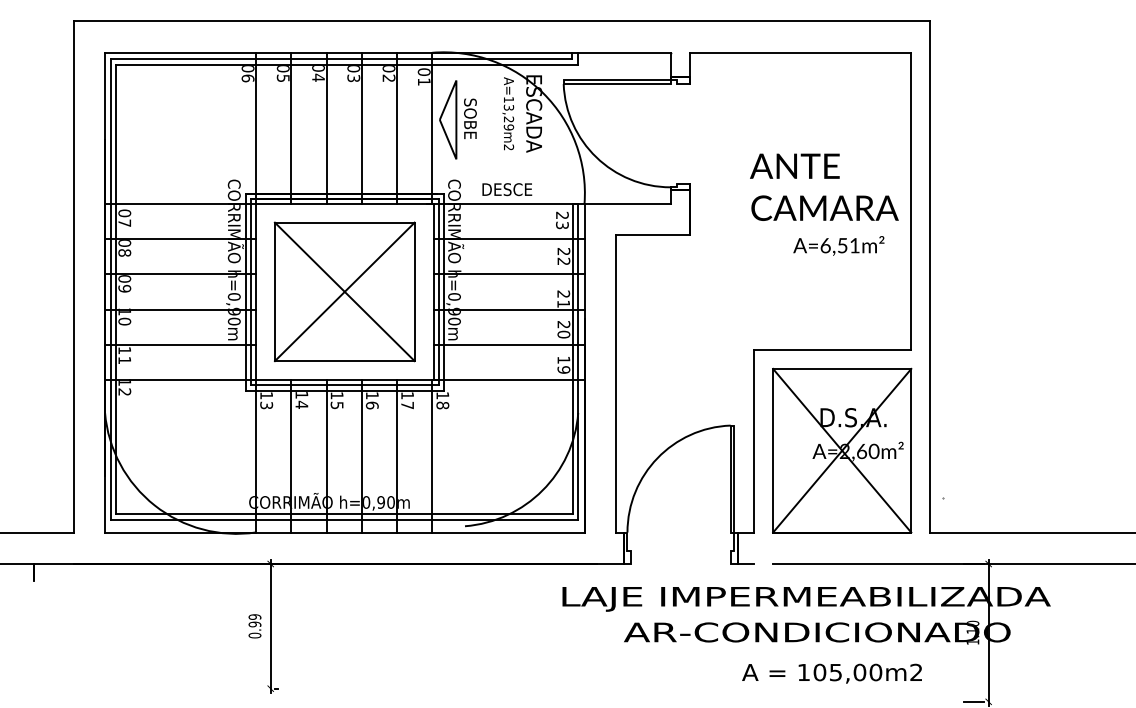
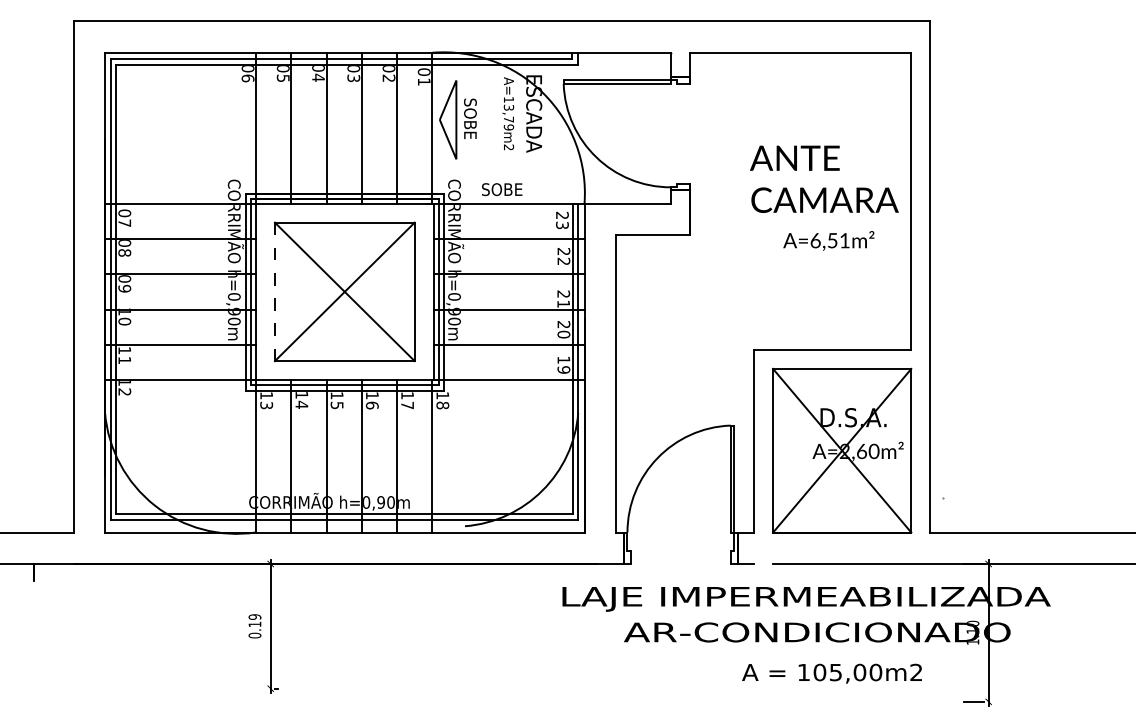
text at (509, 119): A=13,29m2 -> A=13,79m2
text at (824, 186) position: (824, 186) -> (824, 178)
text at (507, 189): DESCE -> SOBE
text at (838, 245) position: (838, 245) -> (828, 240)
line at (274, 292): solid -> dashed
text at (254, 624): 0.99 -> 0.19
